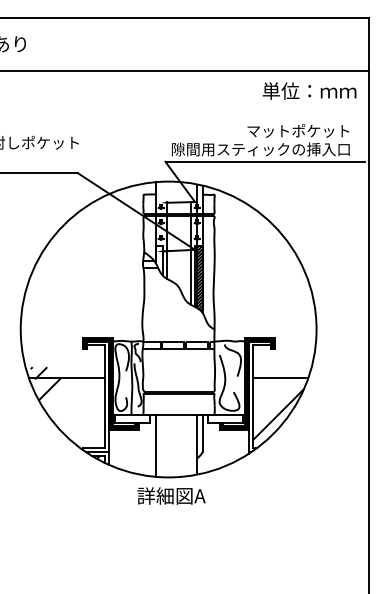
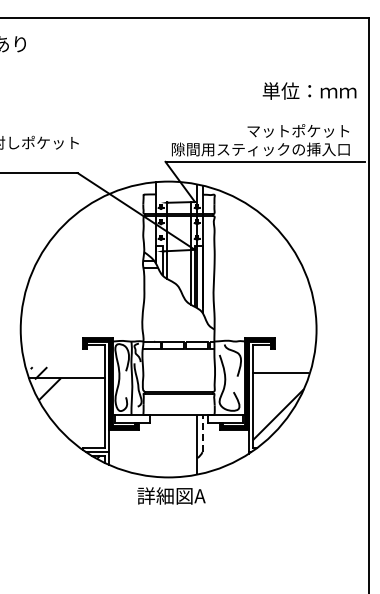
line at (185, 71): present -> none
hatch at (199, 278): present -> none
line at (280, 378) position: (280, 378) -> (280, 373)
line at (202, 433): solid -> dashed
line at (155, 445): present -> none
